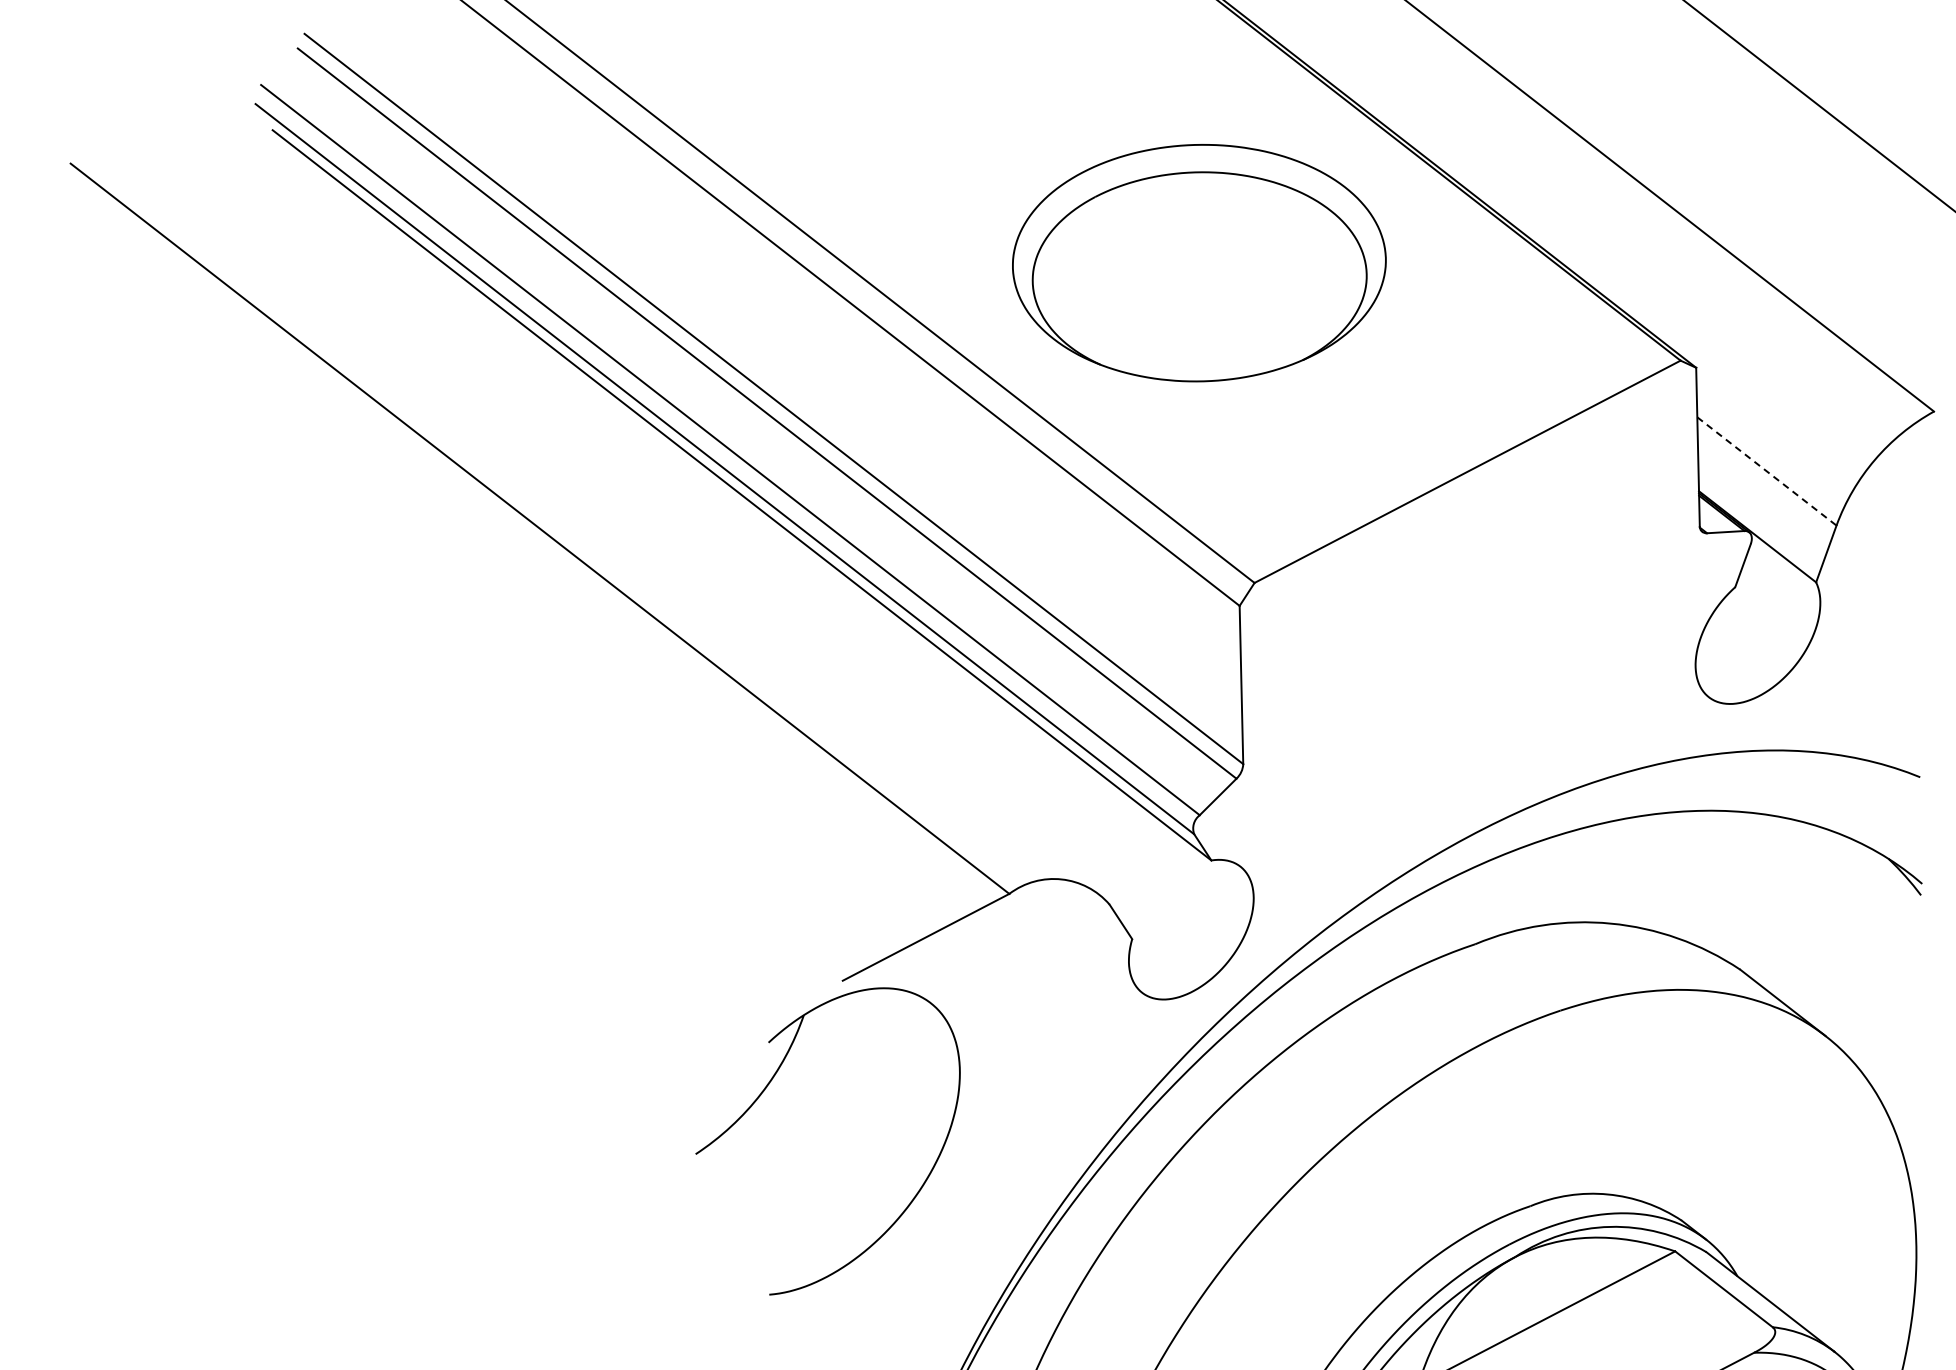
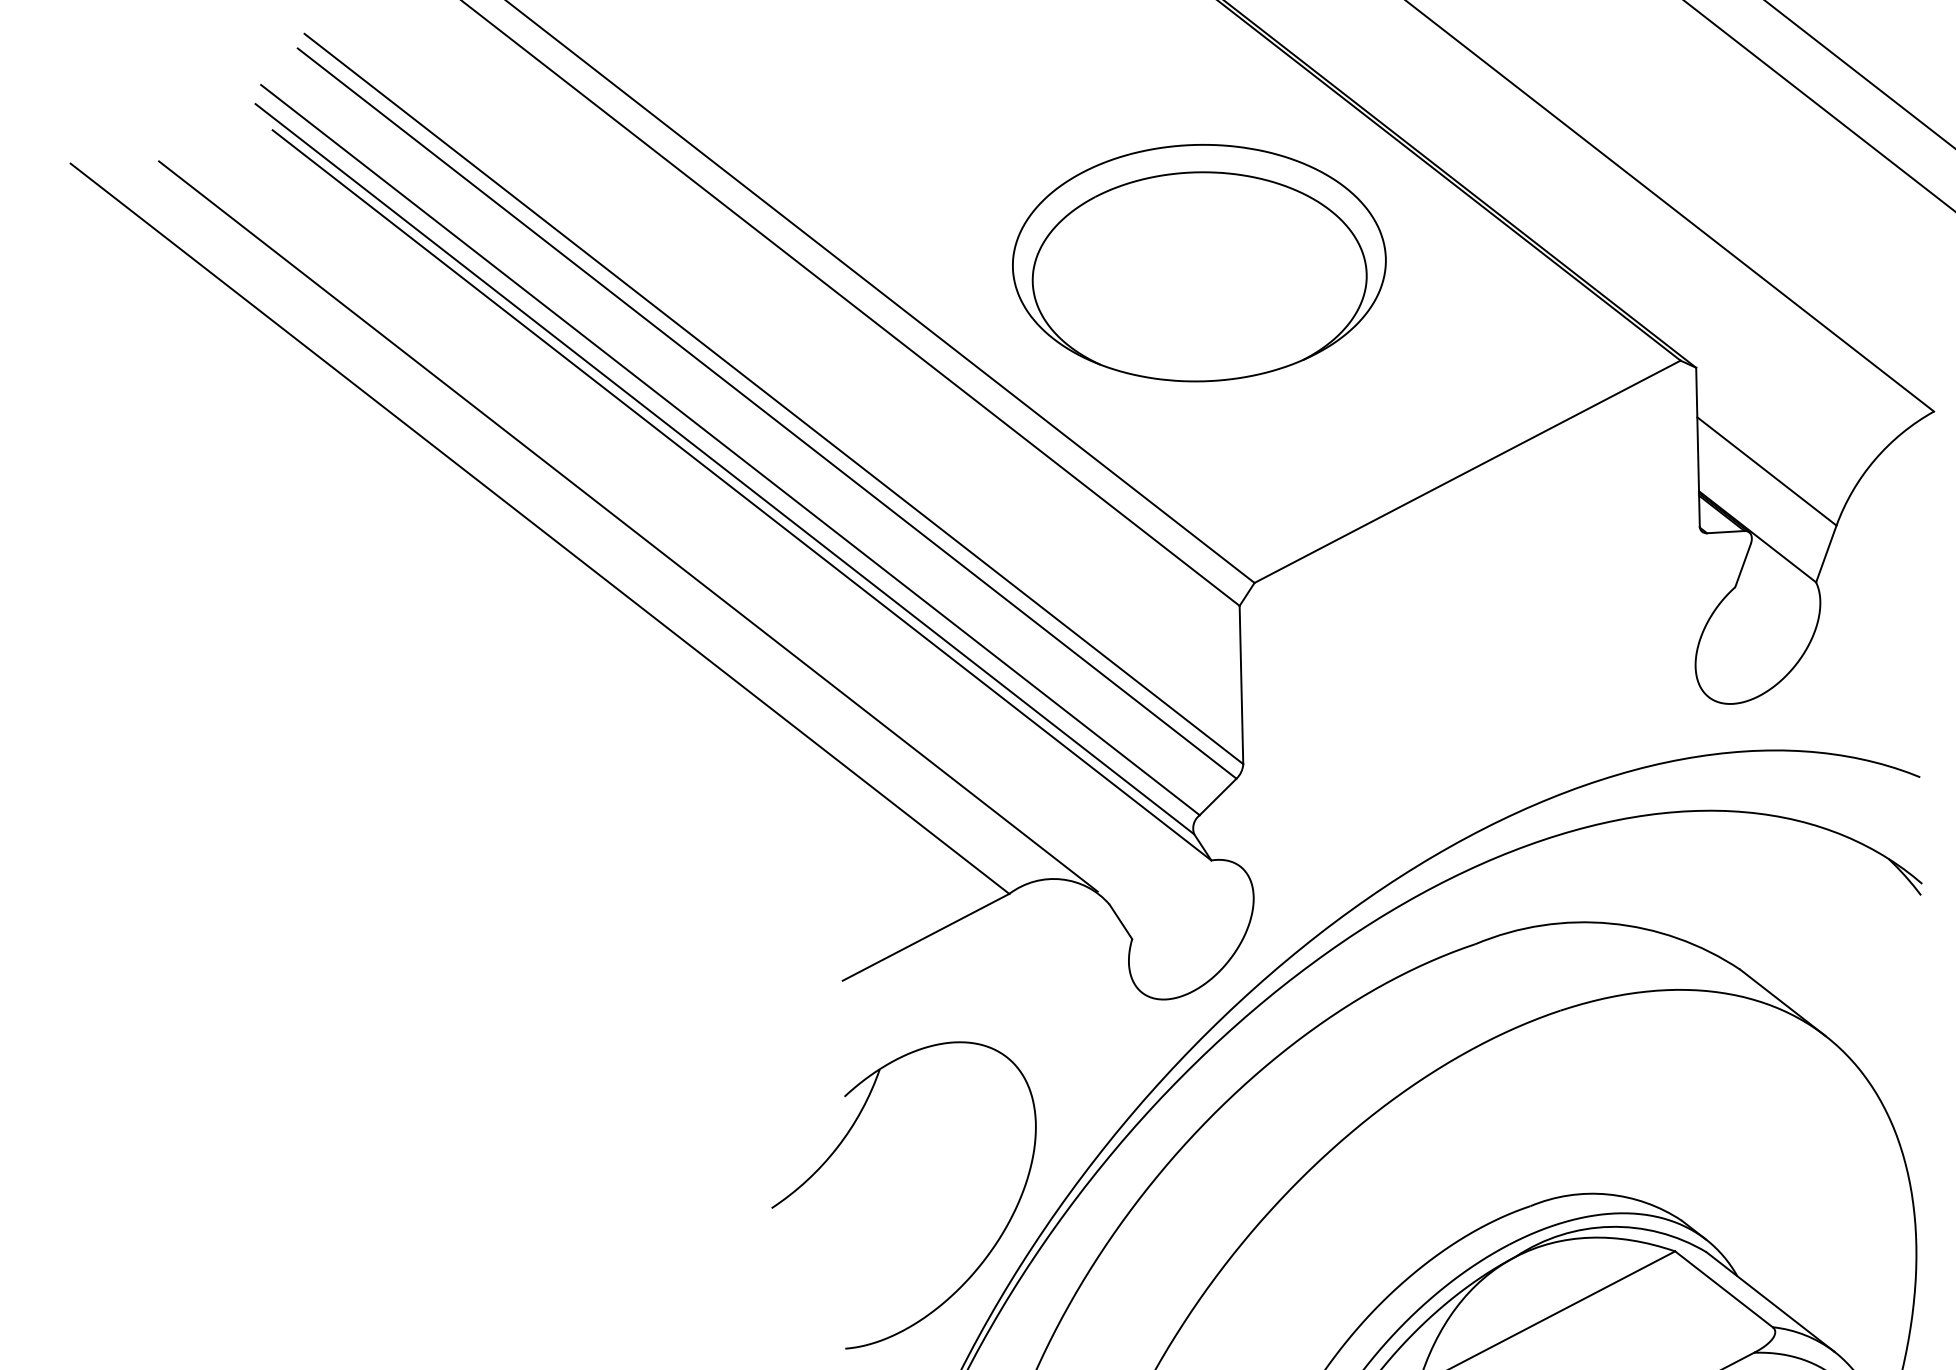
line at (1859, 74): none -> present
line at (1767, 471): dashed -> solid
line at (628, 526): none -> present
part at (764, 1091) position: (764, 1091) -> (840, 1145)
